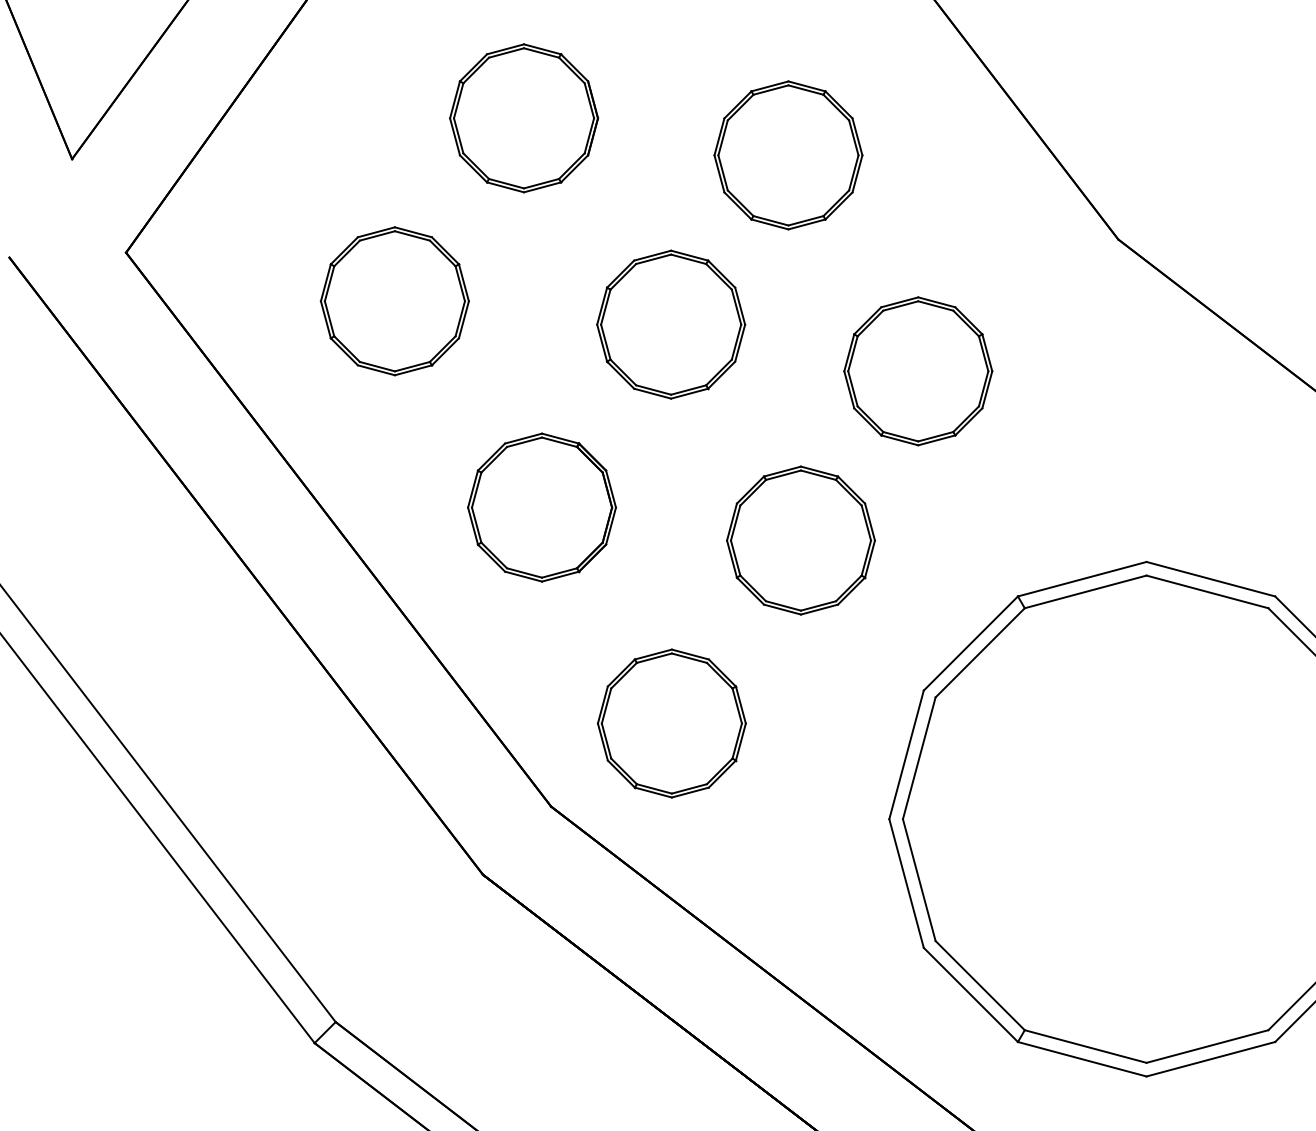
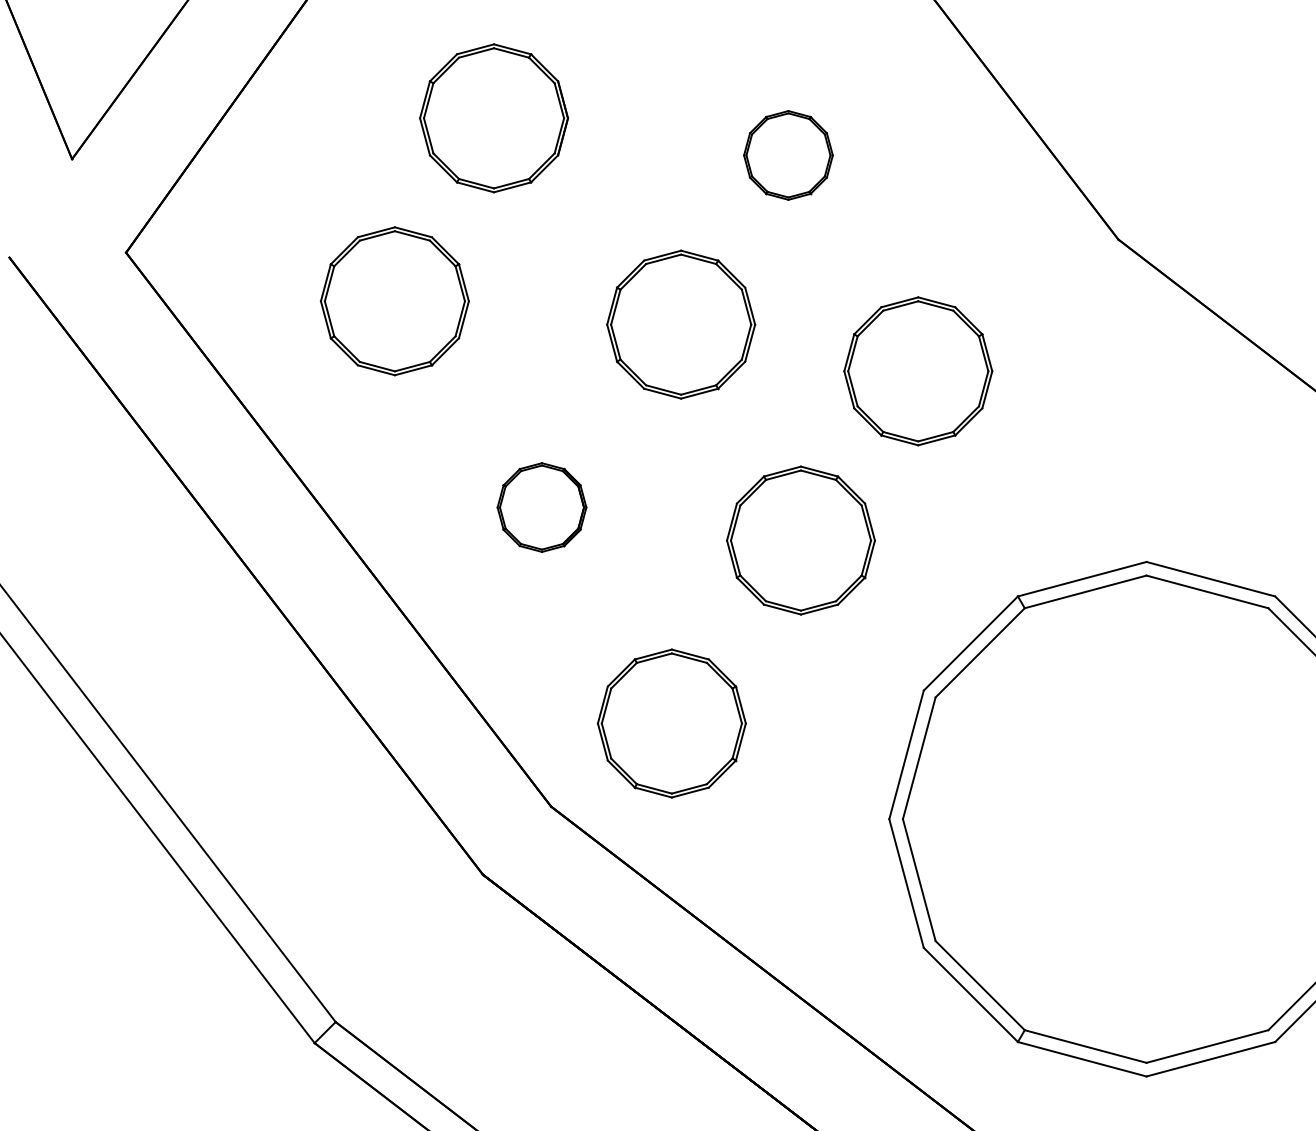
part at (524, 118) position: (524, 118) -> (494, 118)
part at (788, 155) size: 151x151 px -> 91x91 px
part at (671, 324) position: (671, 324) -> (681, 324)
part at (541, 507) size: 150x151 px -> 92x91 px
